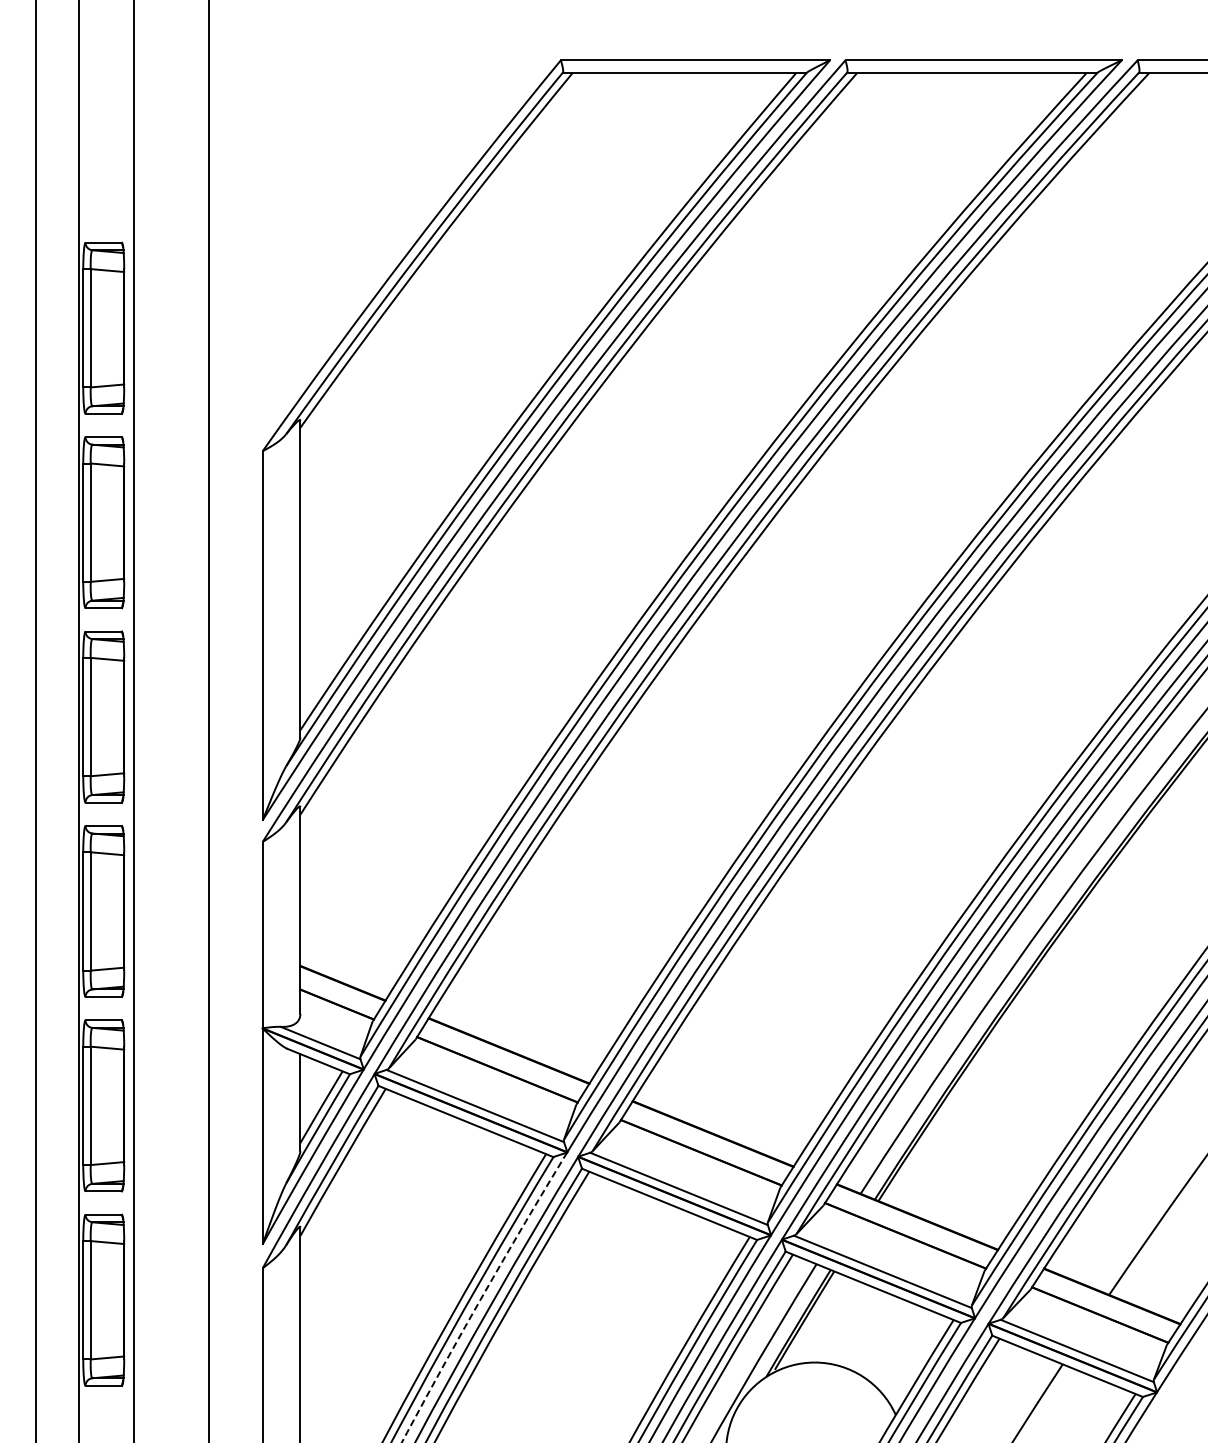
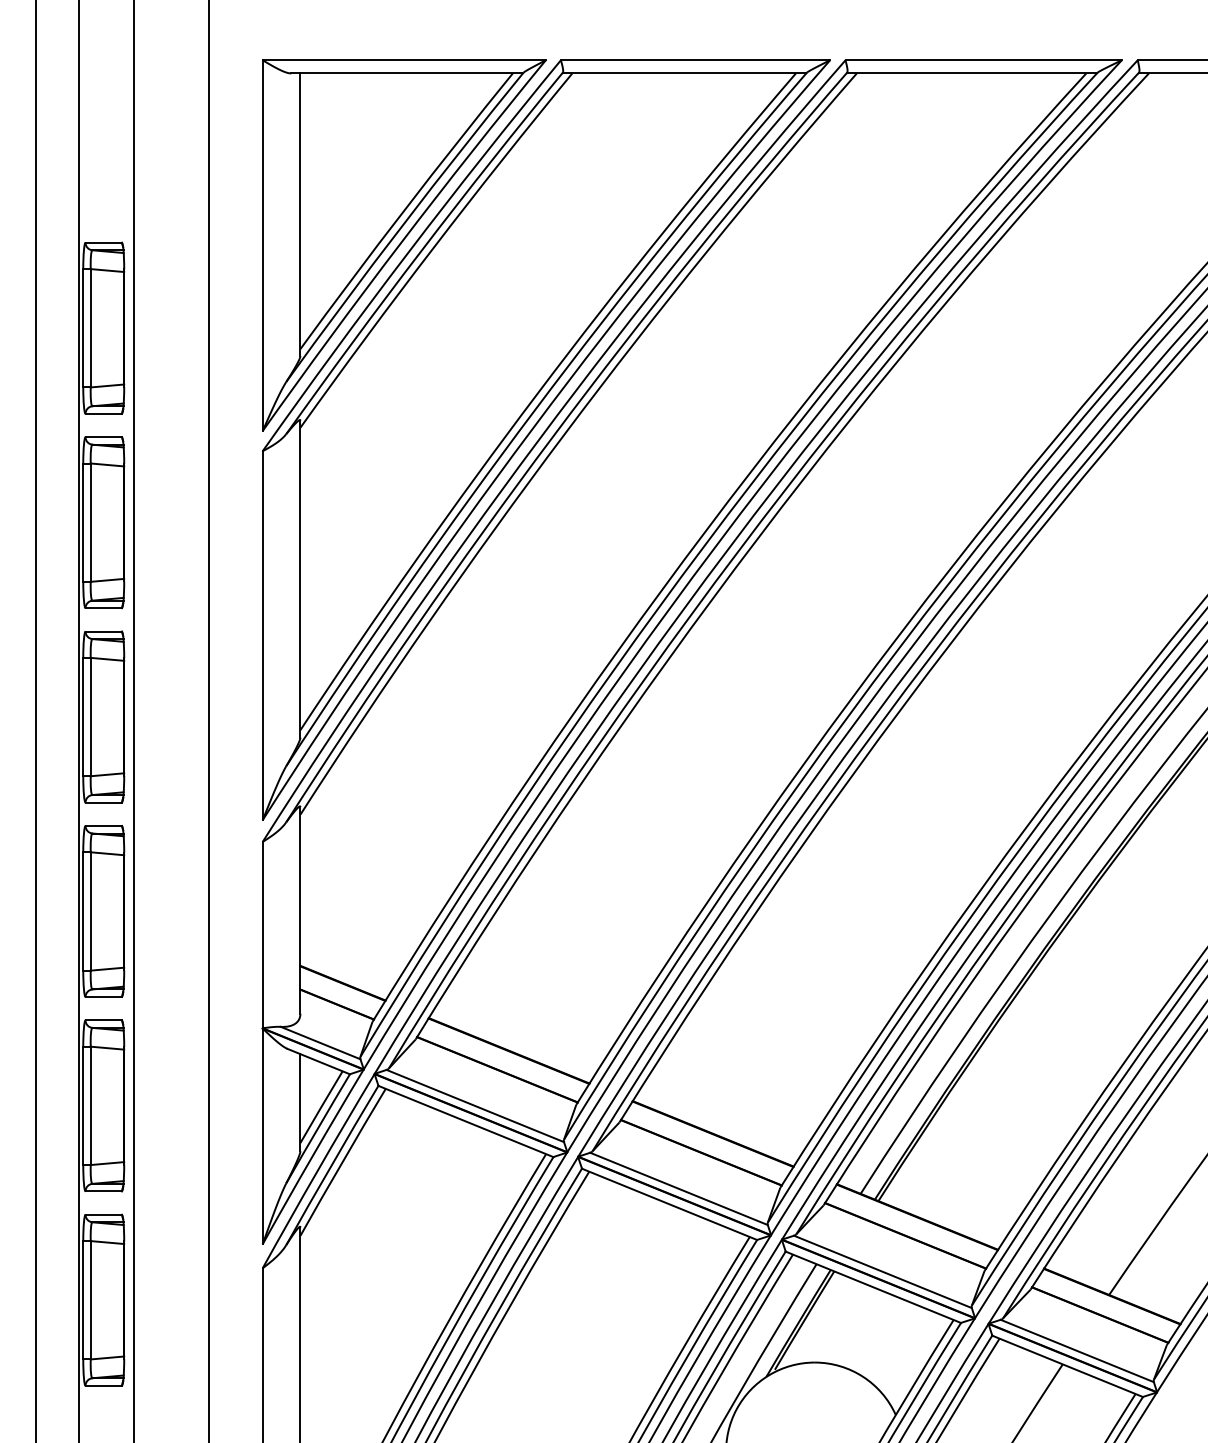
part at (404, 245): none -> present
arc at (482, 1296): dashed -> solid
